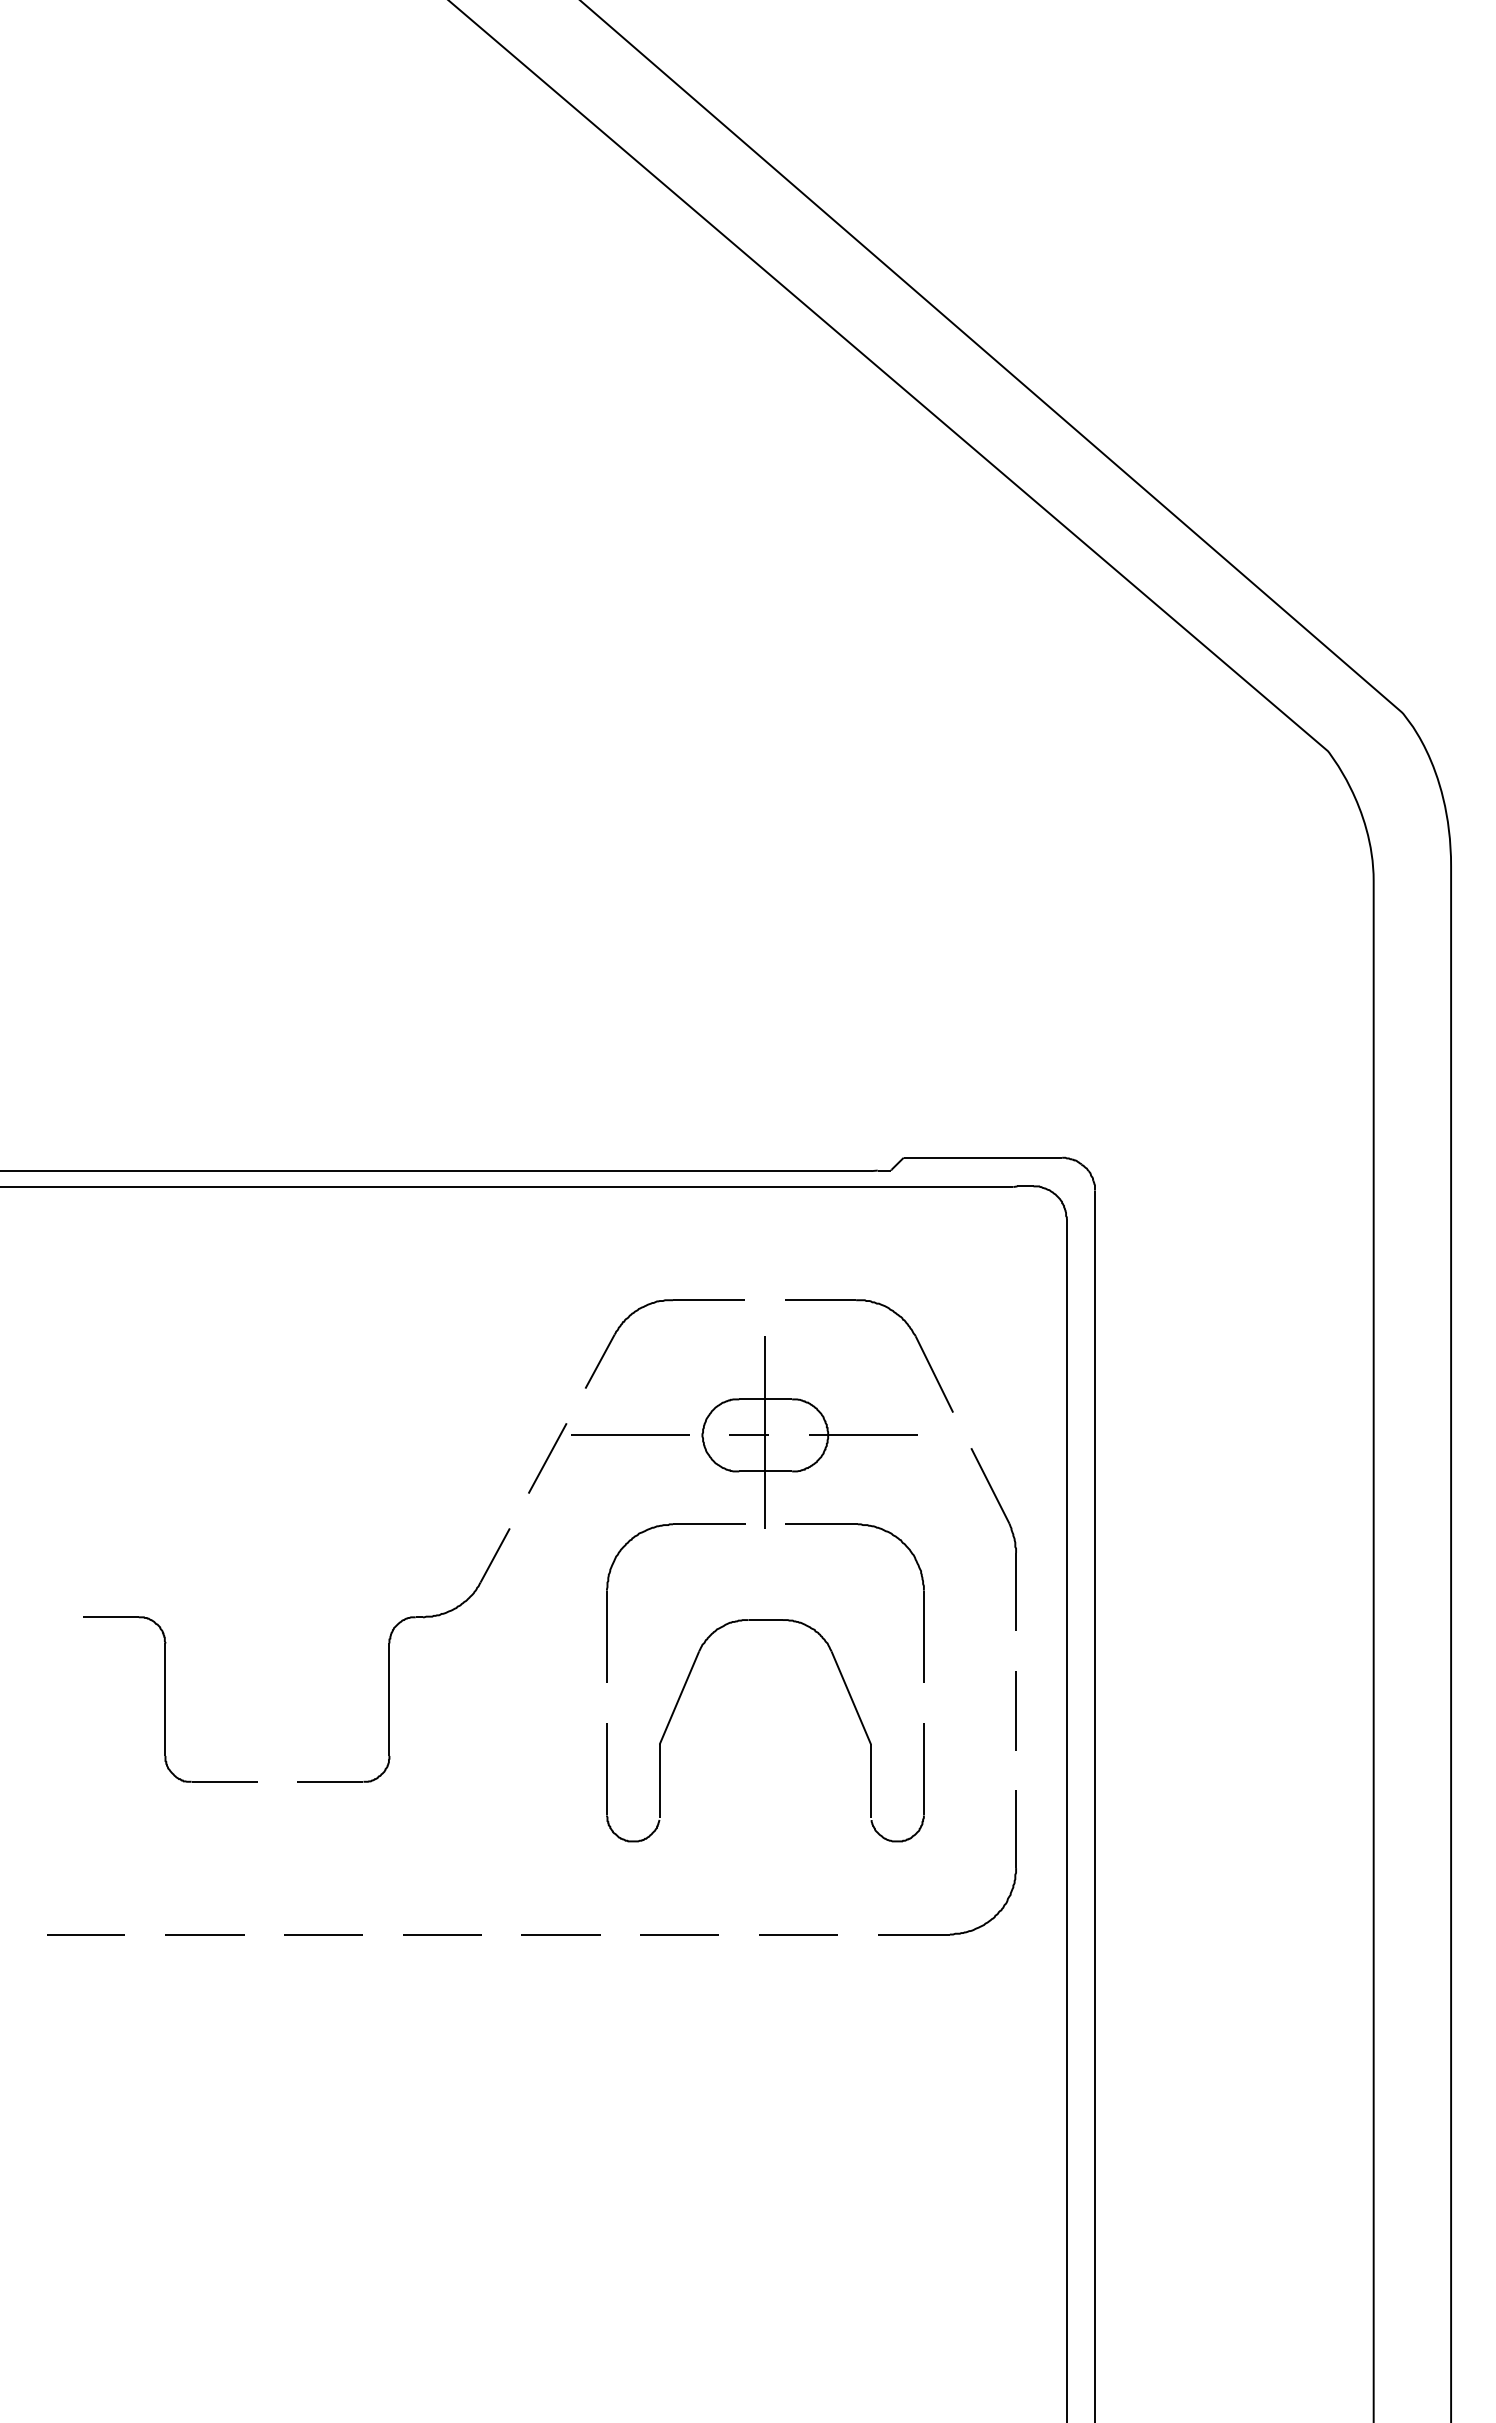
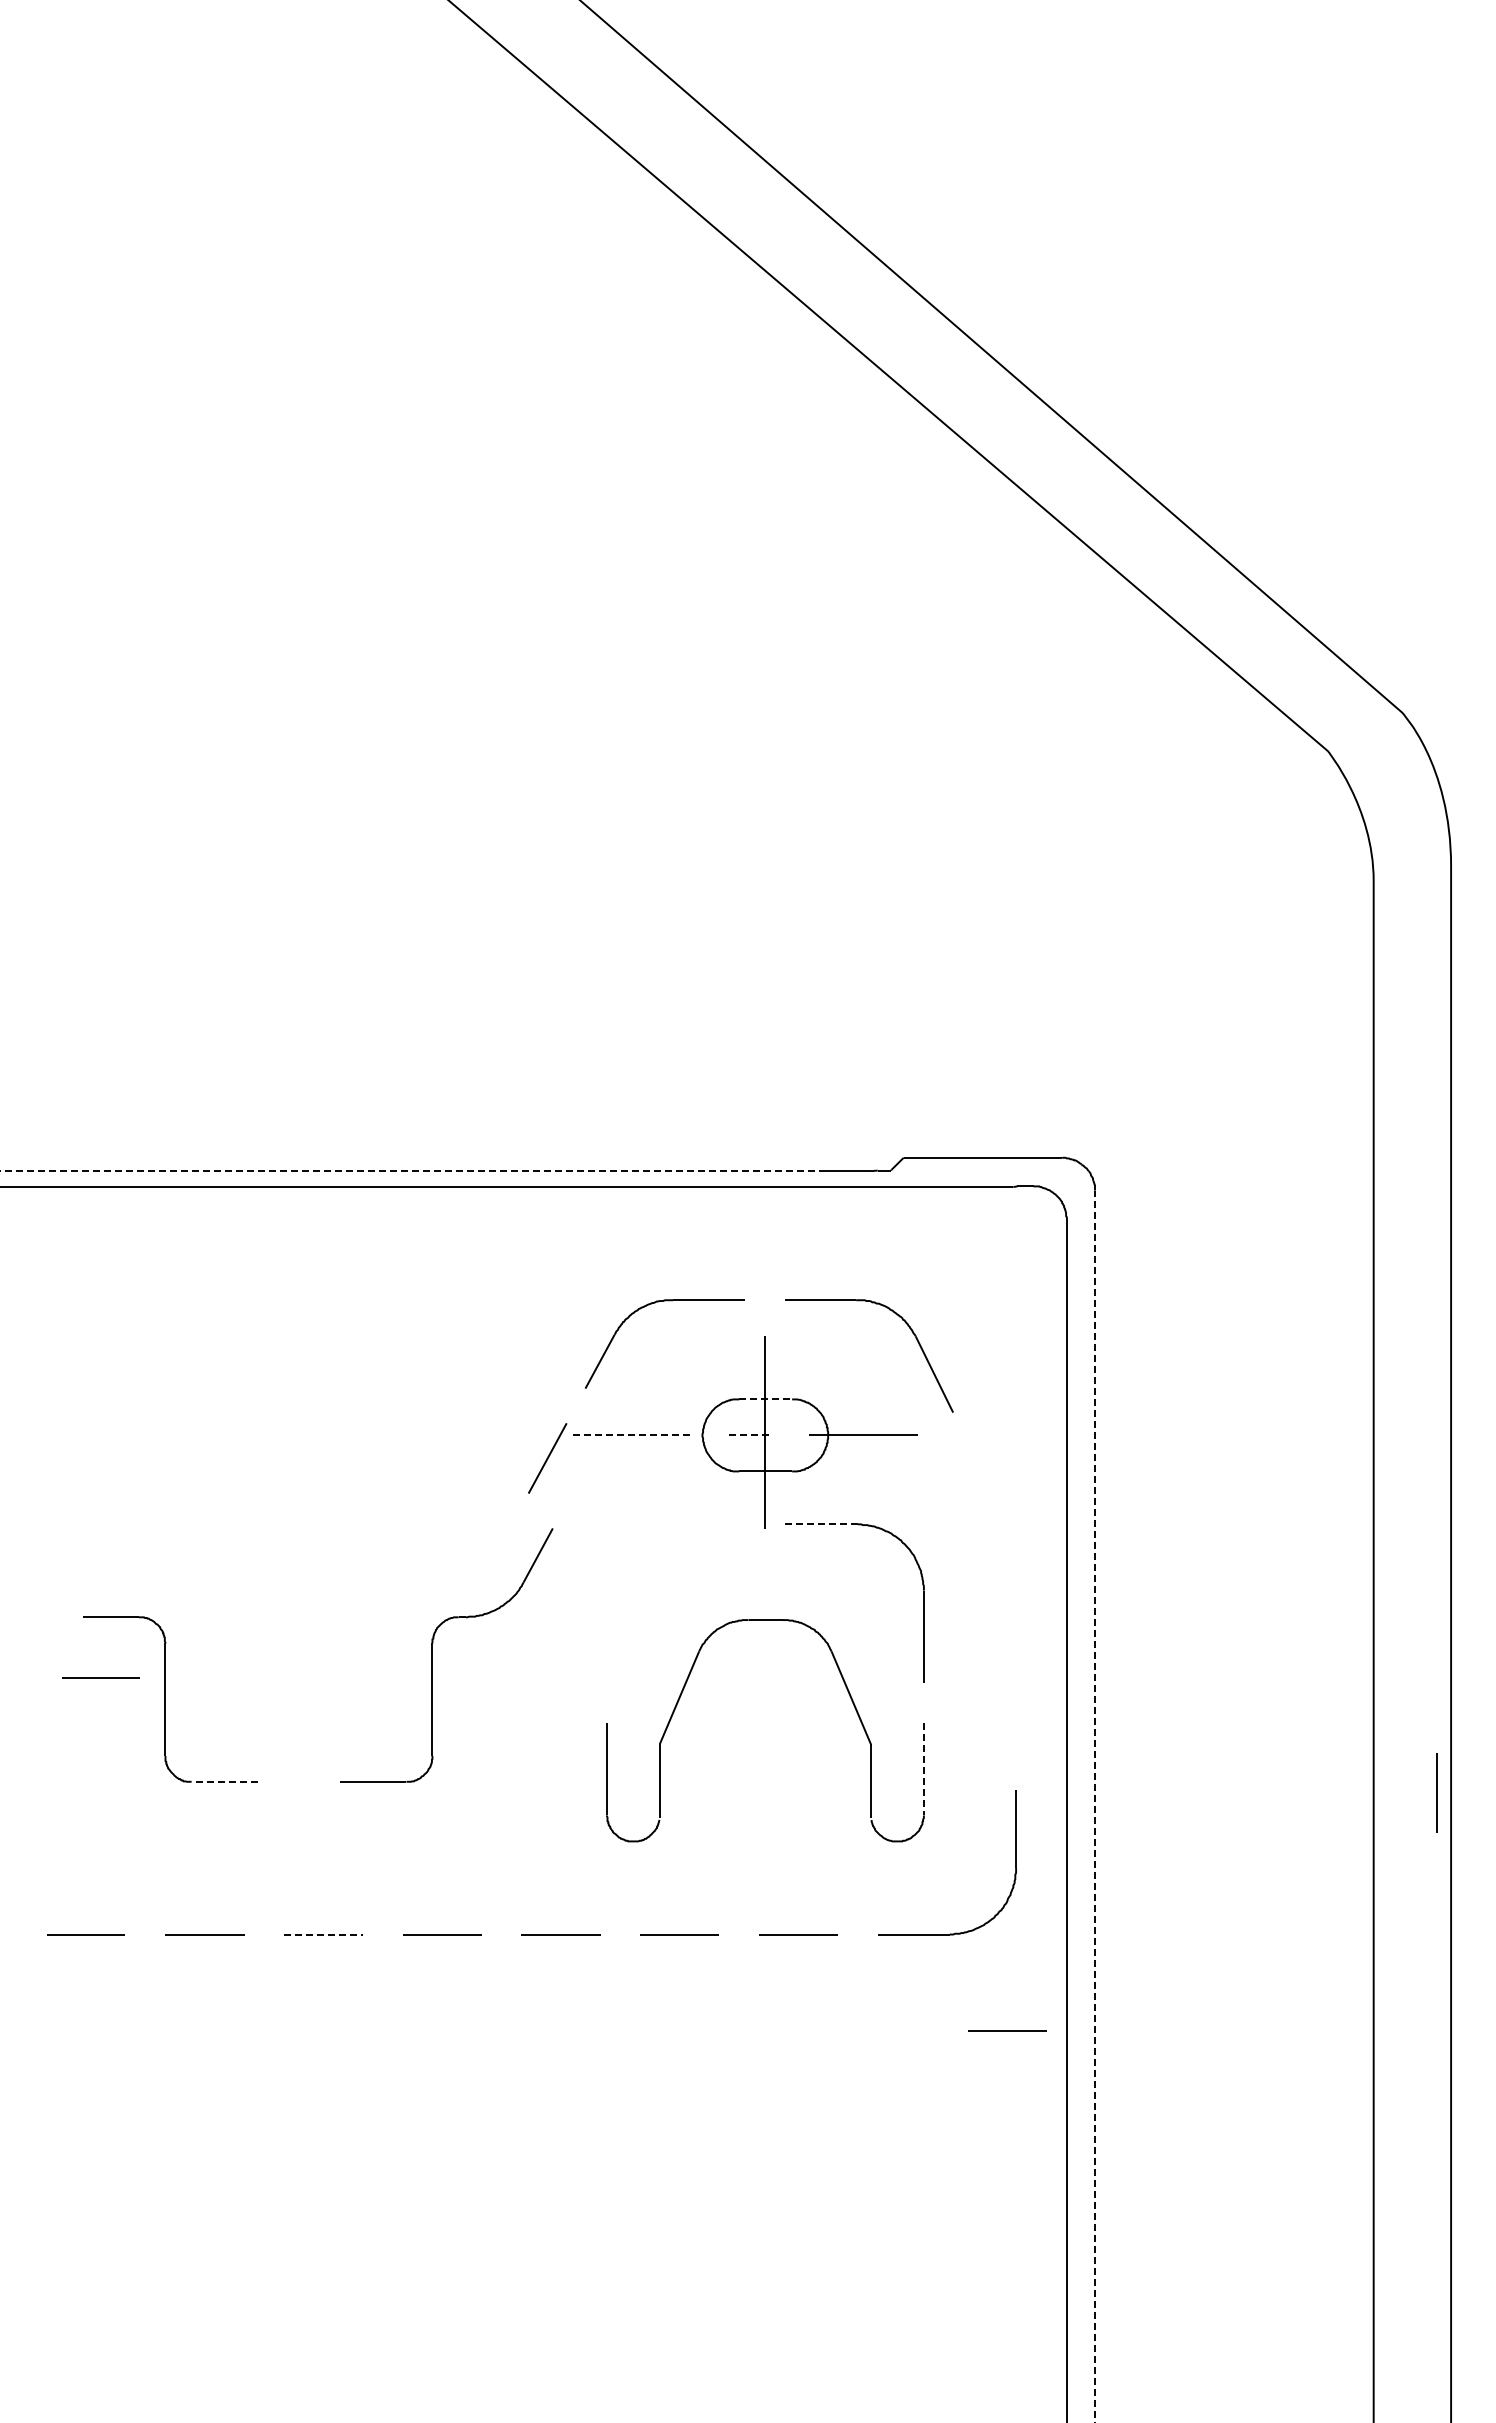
line at (412, 1171): solid -> dashed
line at (766, 1399): solid -> dashed
line at (630, 1435): solid -> dashed
line at (748, 1435): solid -> dashed
line at (822, 1524): solid -> dashed
part at (1011, 1533): present -> none
part at (607, 1602): present -> none
part at (389, 1655) position: (389, 1655) -> (432, 1655)
line at (100, 1677): none -> present
line at (1015, 1710) position: (1015, 1710) -> (1436, 1792)
line at (923, 1769): solid -> dashed
line at (224, 1781): solid -> dashed
line at (1094, 1806): solid -> dashed
line at (323, 1934): solid -> dashed
line at (1007, 2030): none -> present
